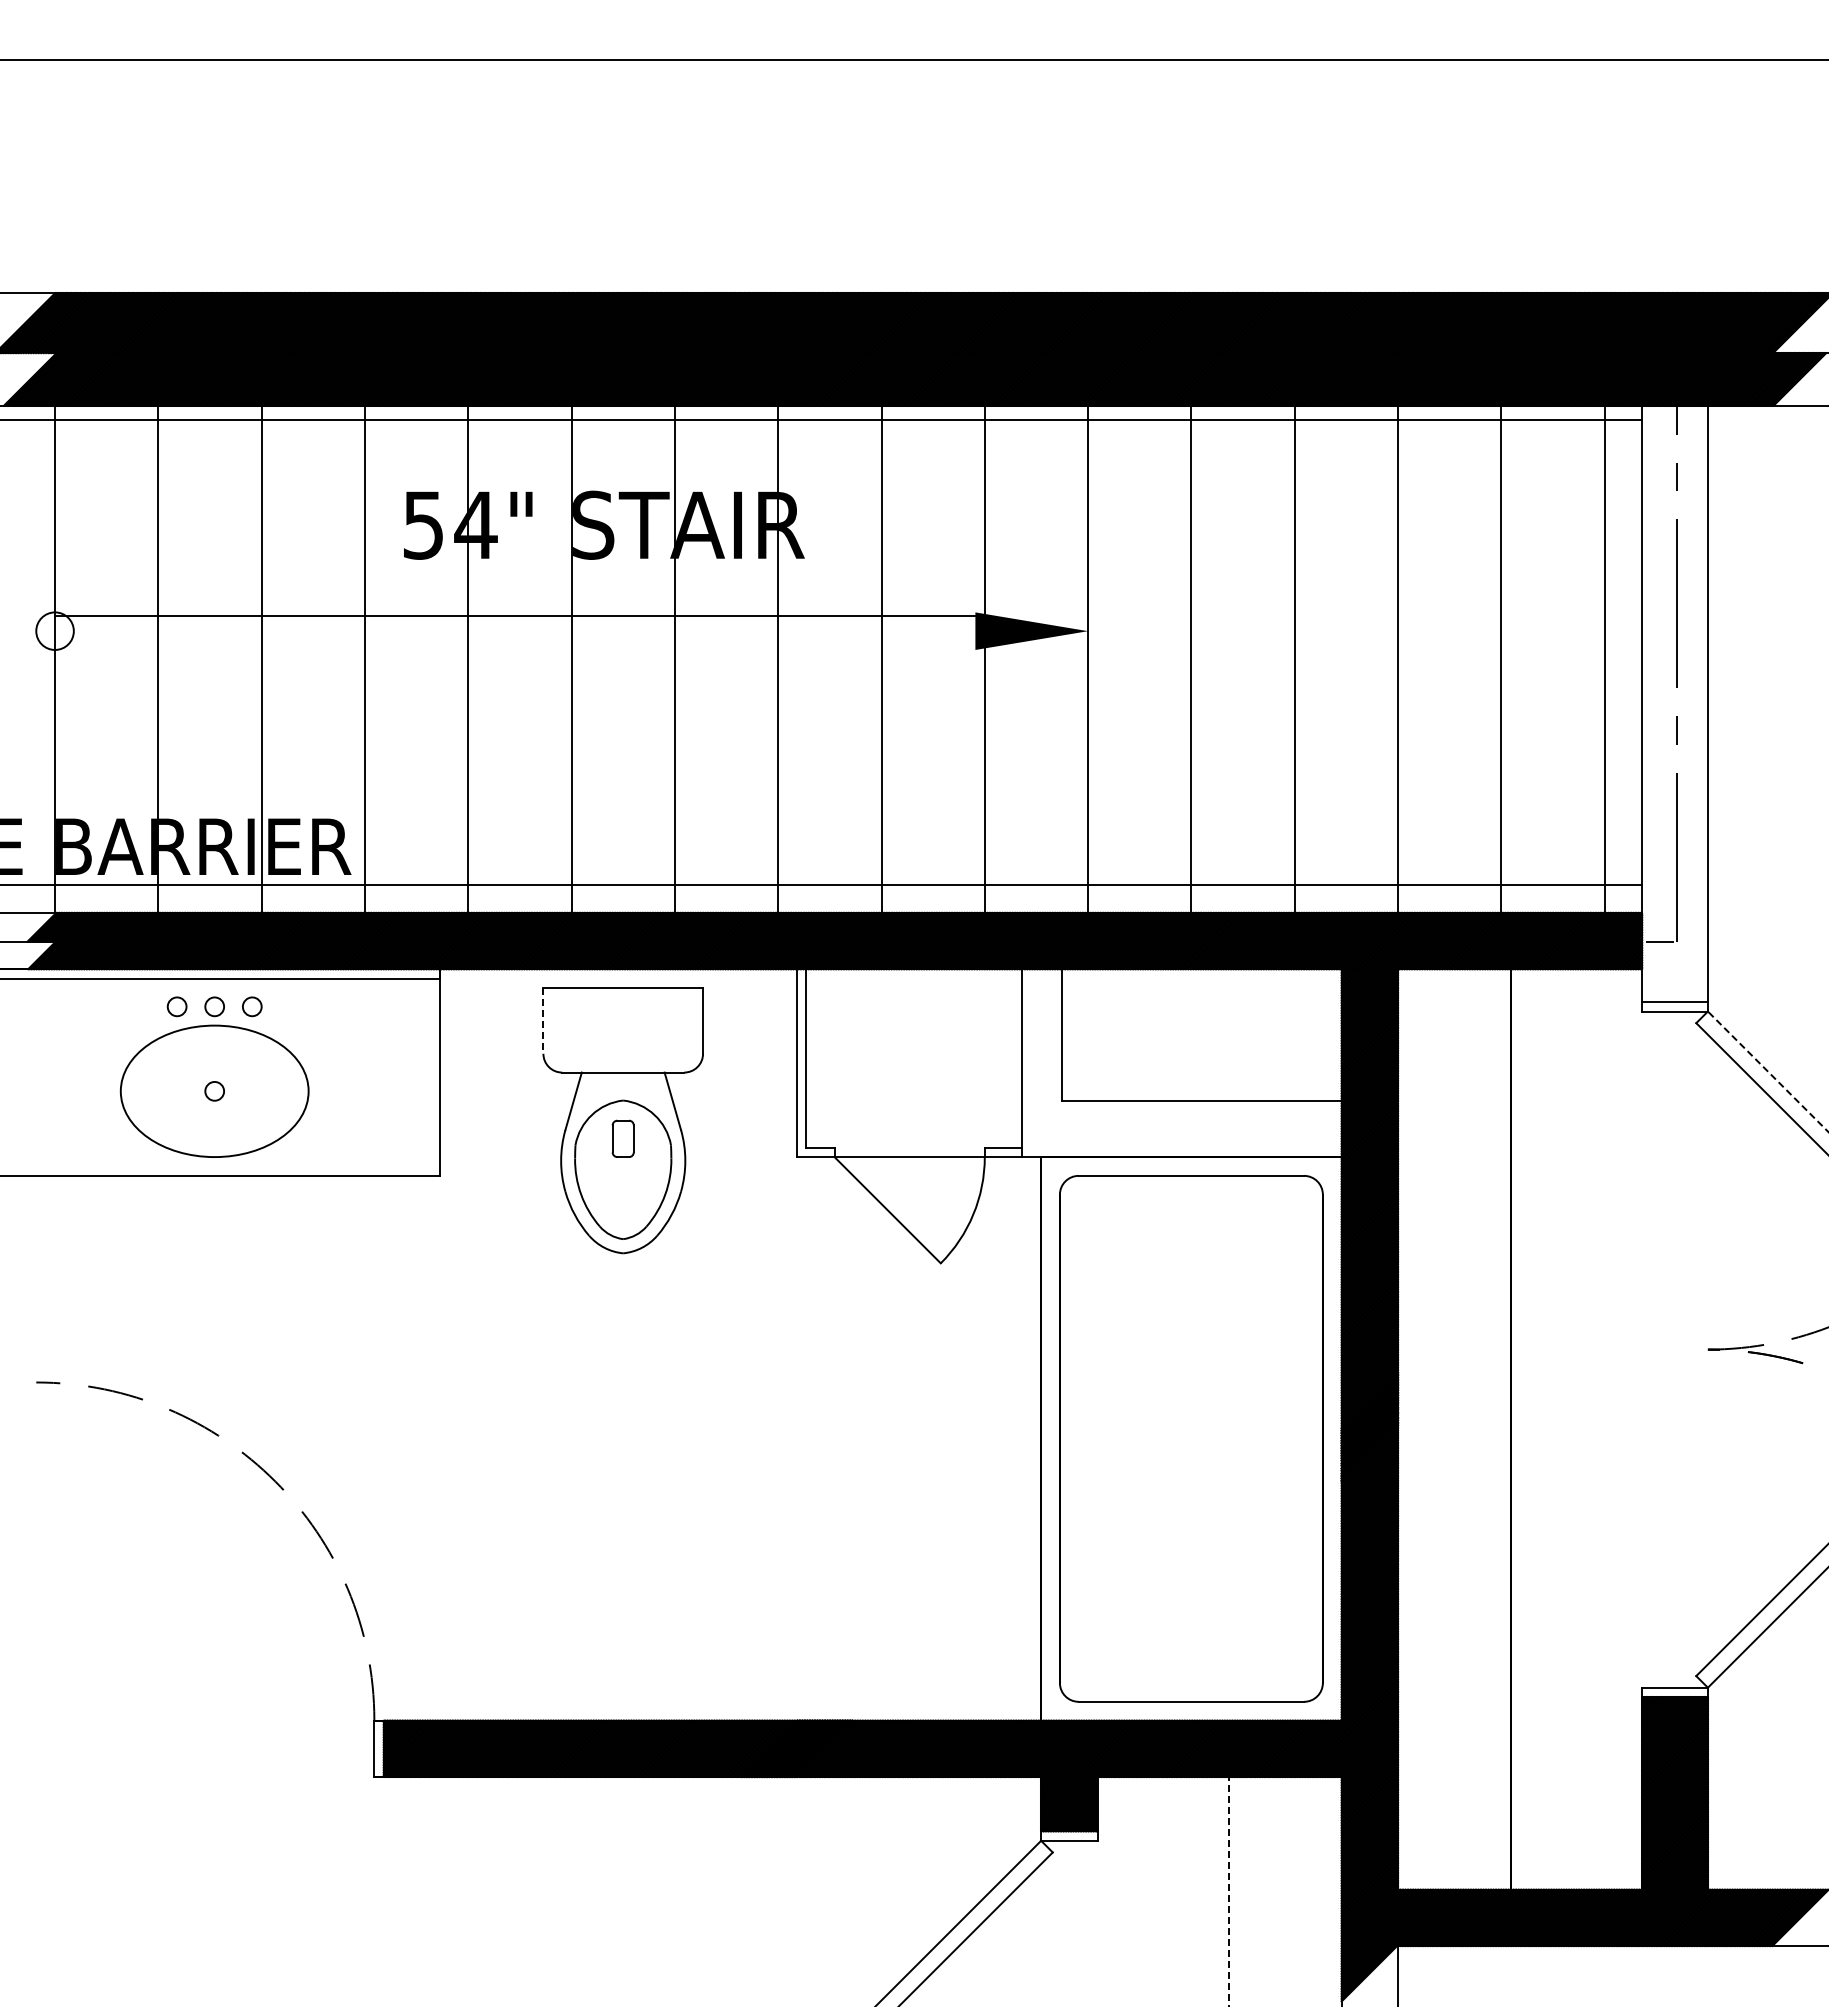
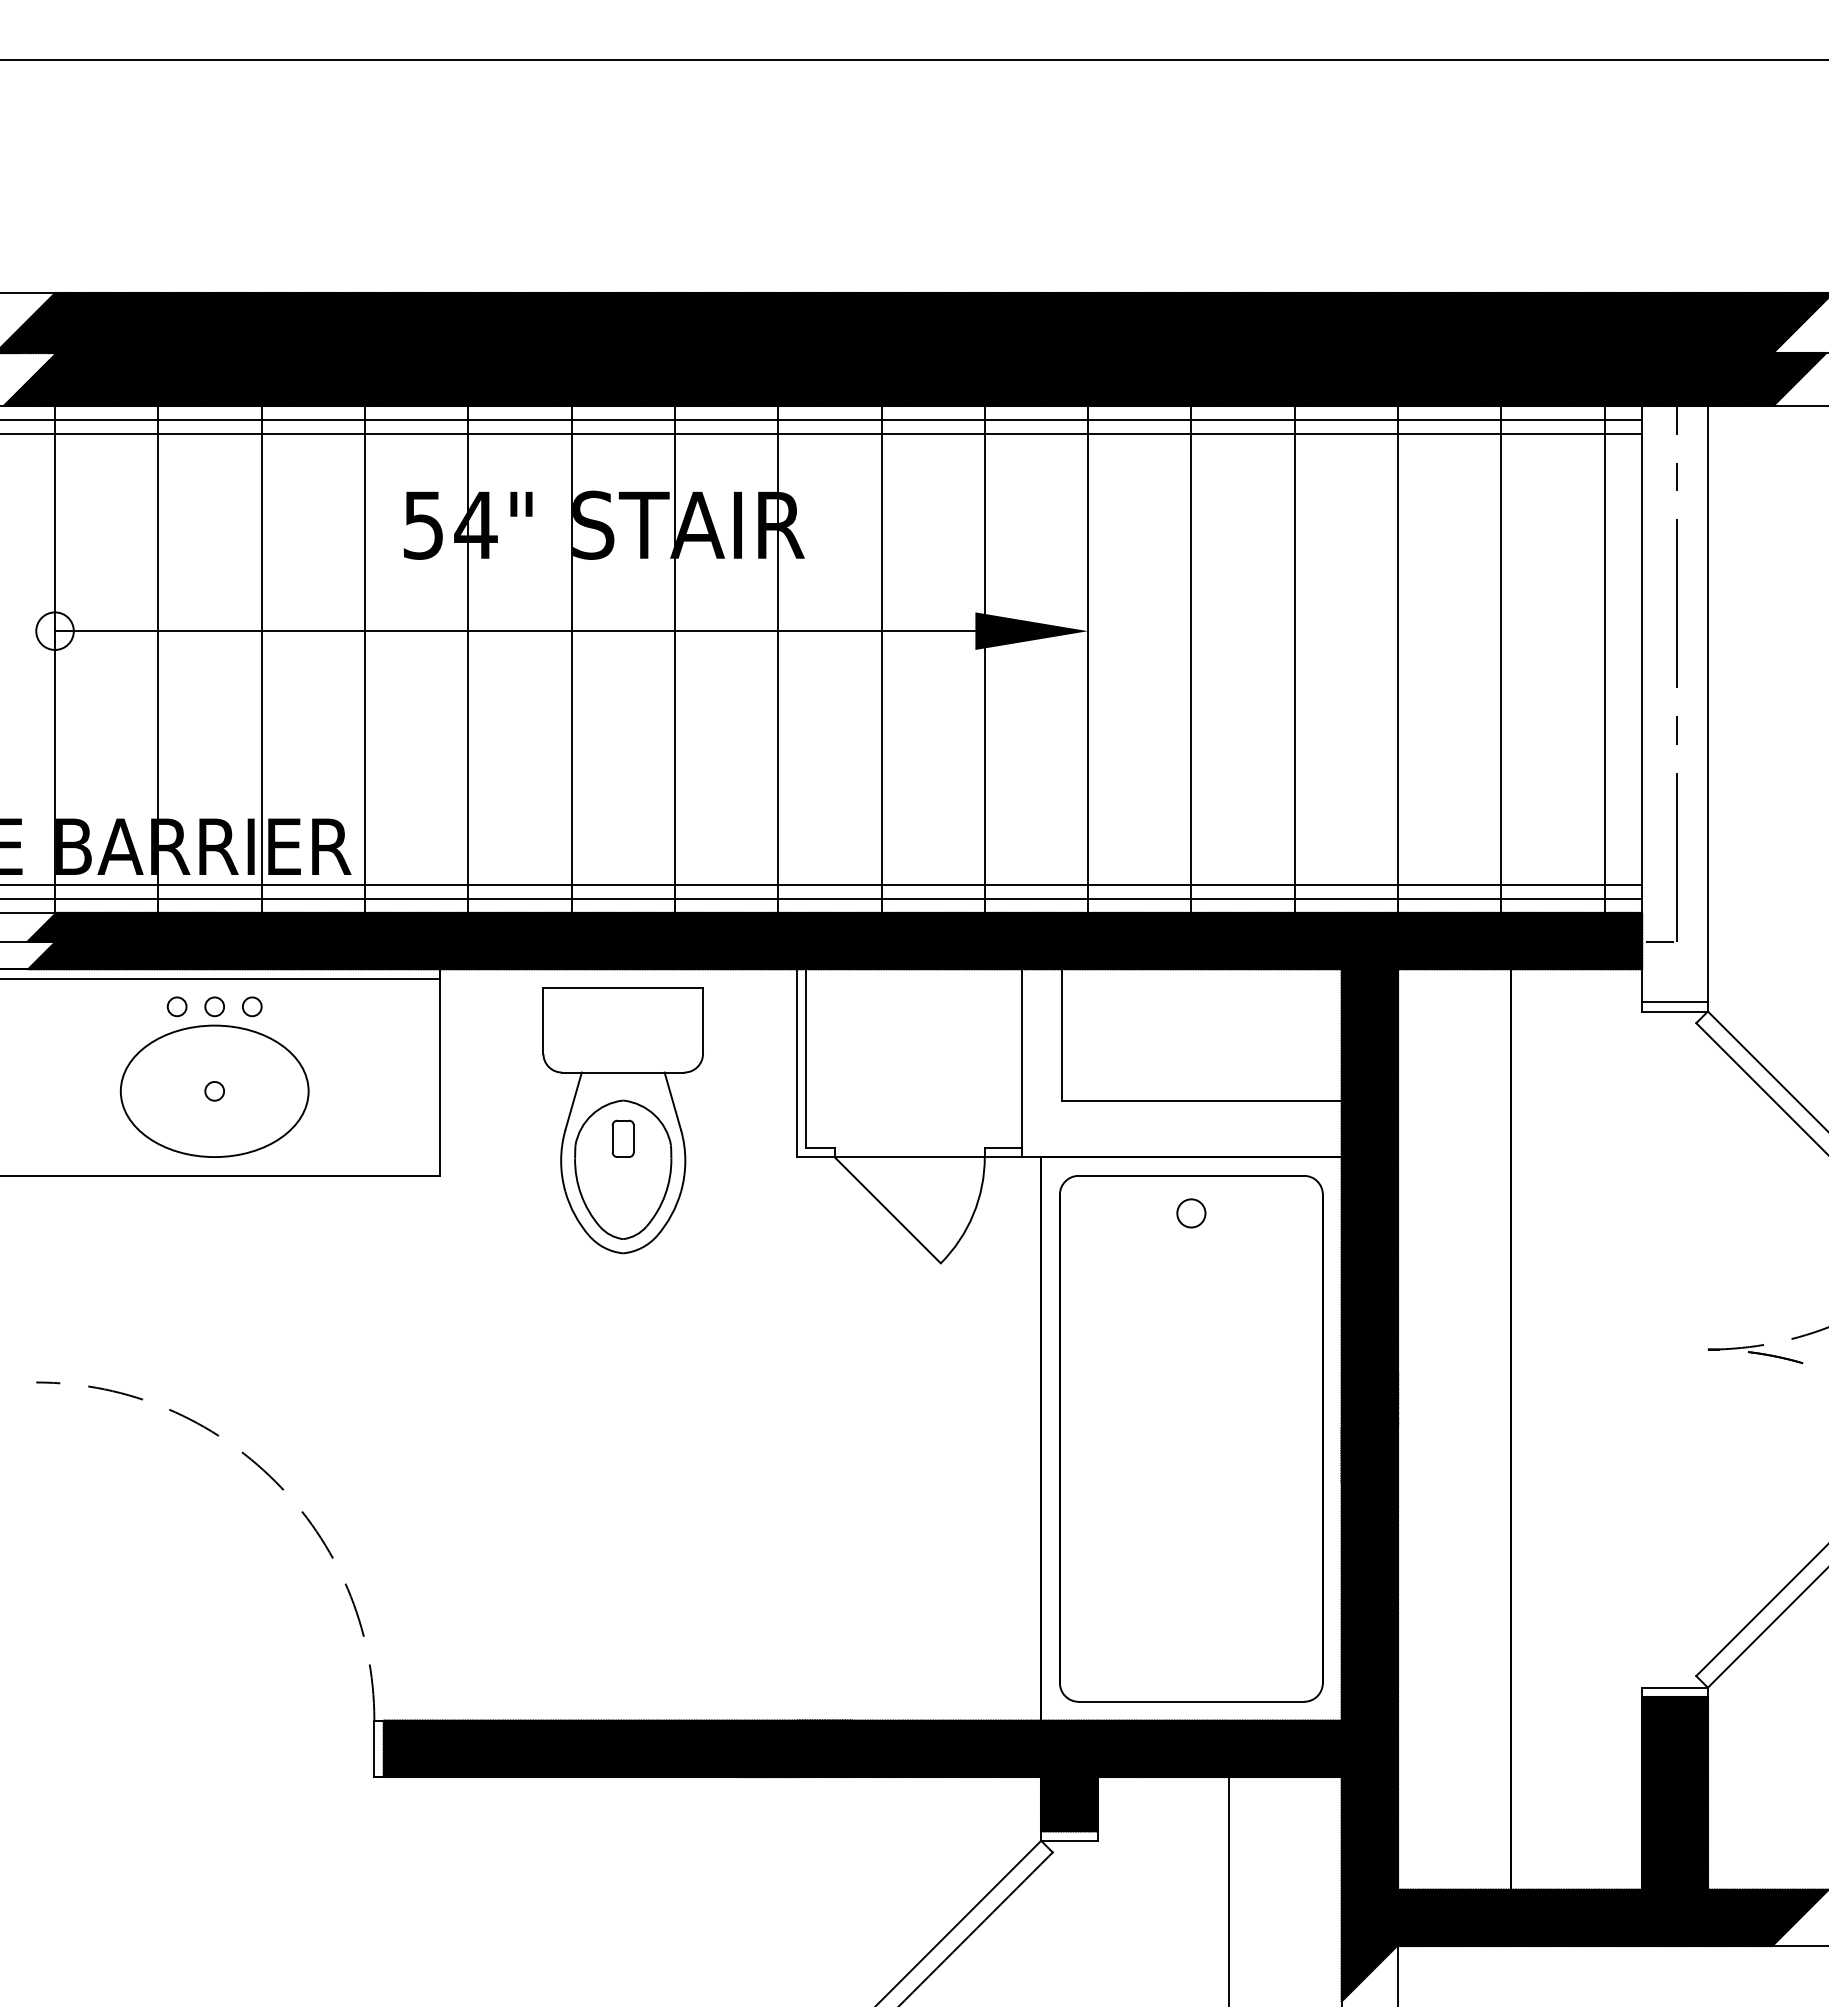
line at (822, 433): none -> present
line at (515, 616) position: (515, 616) -> (515, 631)
line at (822, 898): none -> present
line at (543, 1020): dashed -> solid
line at (1767, 1071): dashed -> solid
circle at (1191, 1213): none -> present
line at (1228, 1891): dashed -> solid
